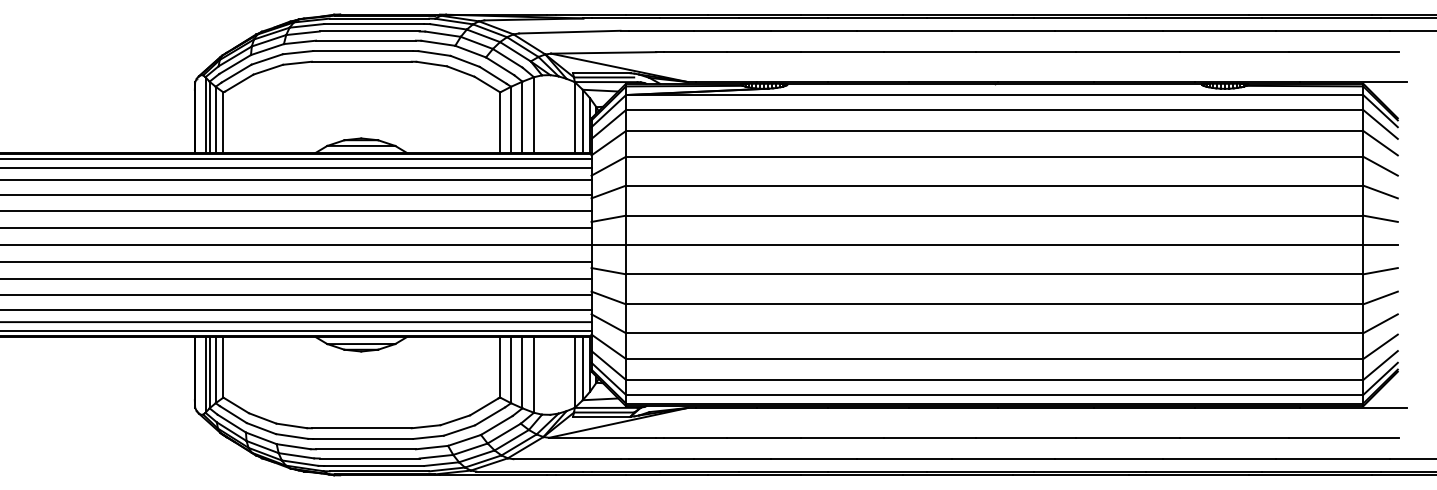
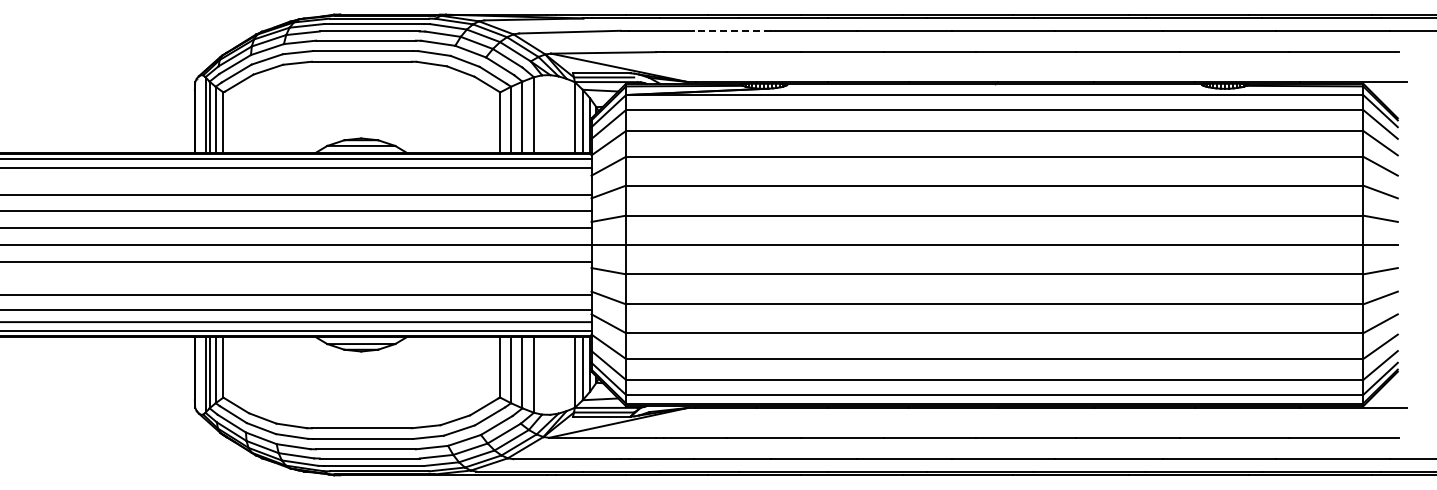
line at (731, 30): solid -> dashed
line at (296, 179): present -> none
line at (296, 278): present -> none
